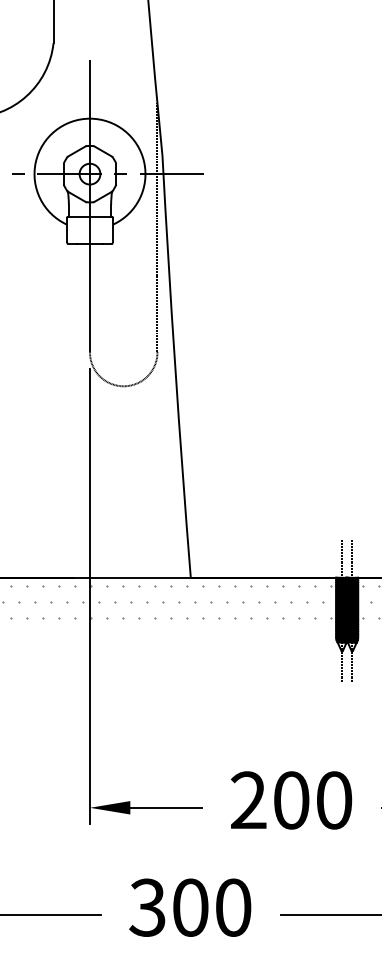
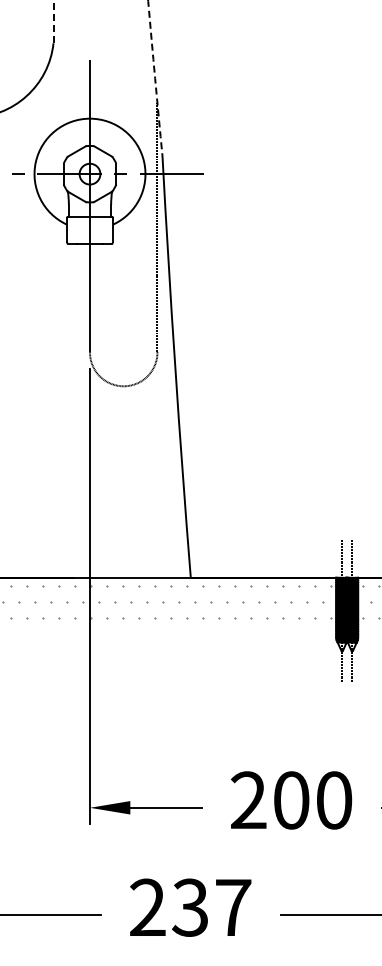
line at (53, 21): solid -> dashed
arc at (155, 78): solid -> dashed
text at (190, 907): 300 -> 237
